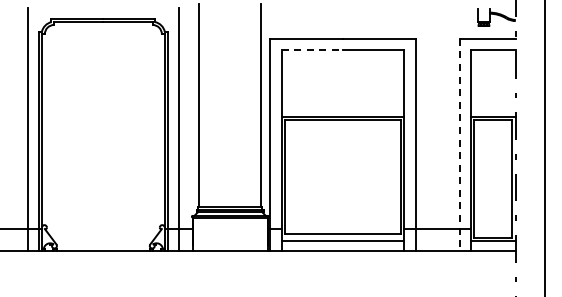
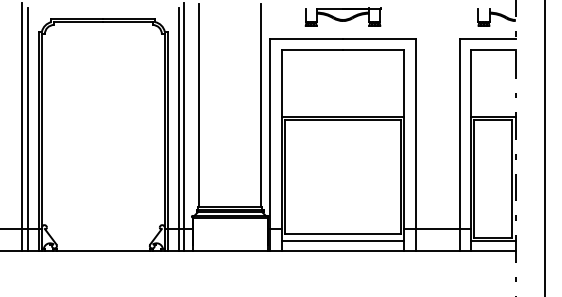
part at (342, 16): none -> present
line at (312, 50): dashed -> solid
line at (22, 126): none -> present
line at (184, 126): none -> present
line at (459, 145): dashed -> solid
